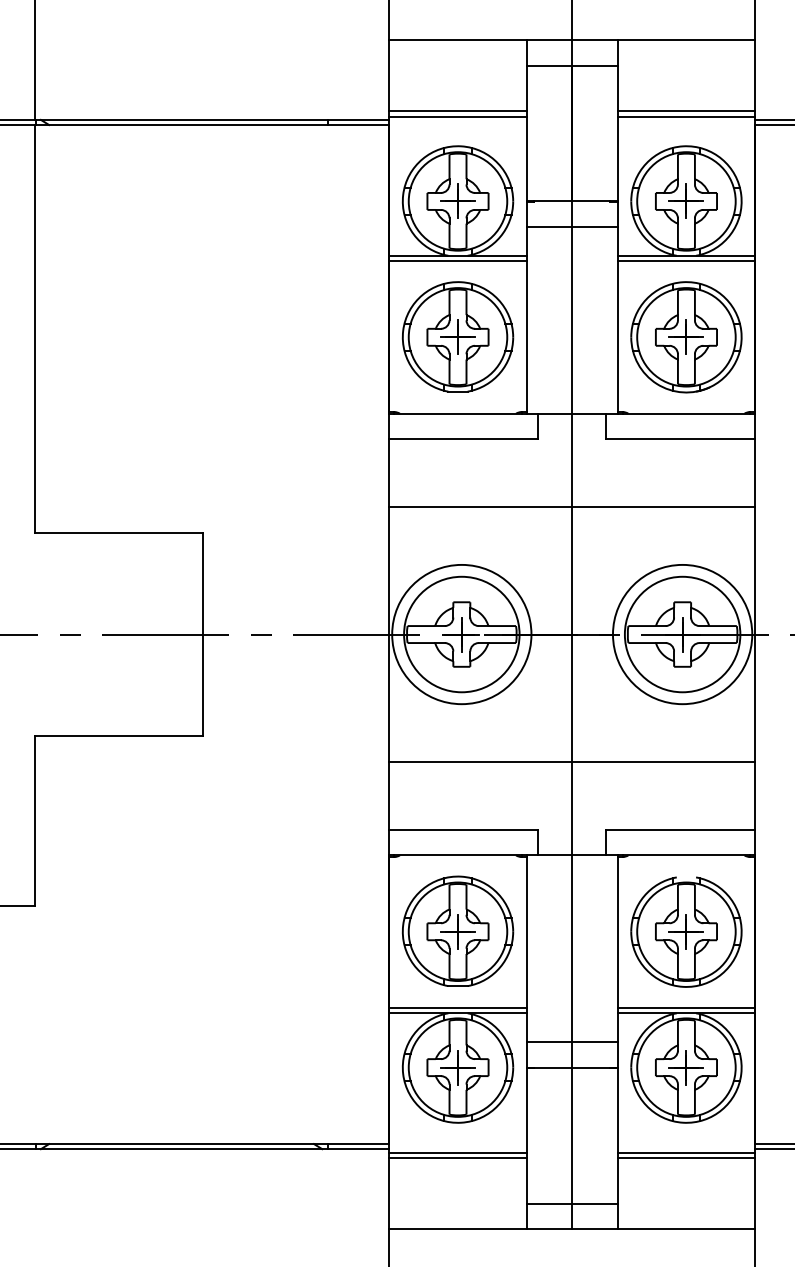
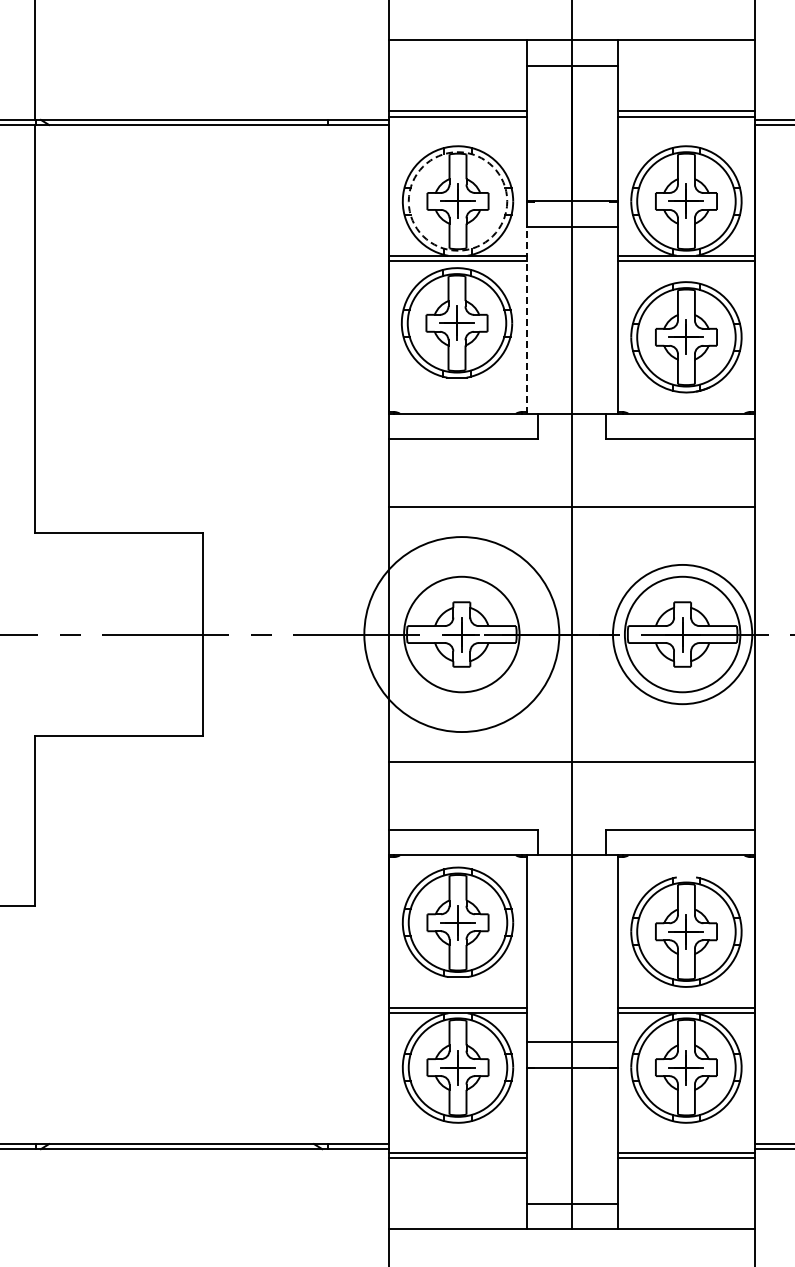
circle at (457, 201): solid -> dashed
line at (526, 319): solid -> dashed
part at (457, 336) position: (457, 336) -> (456, 322)
circle at (461, 634) diameter: 139 px -> 195 px
part at (457, 930) position: (457, 930) -> (457, 921)
